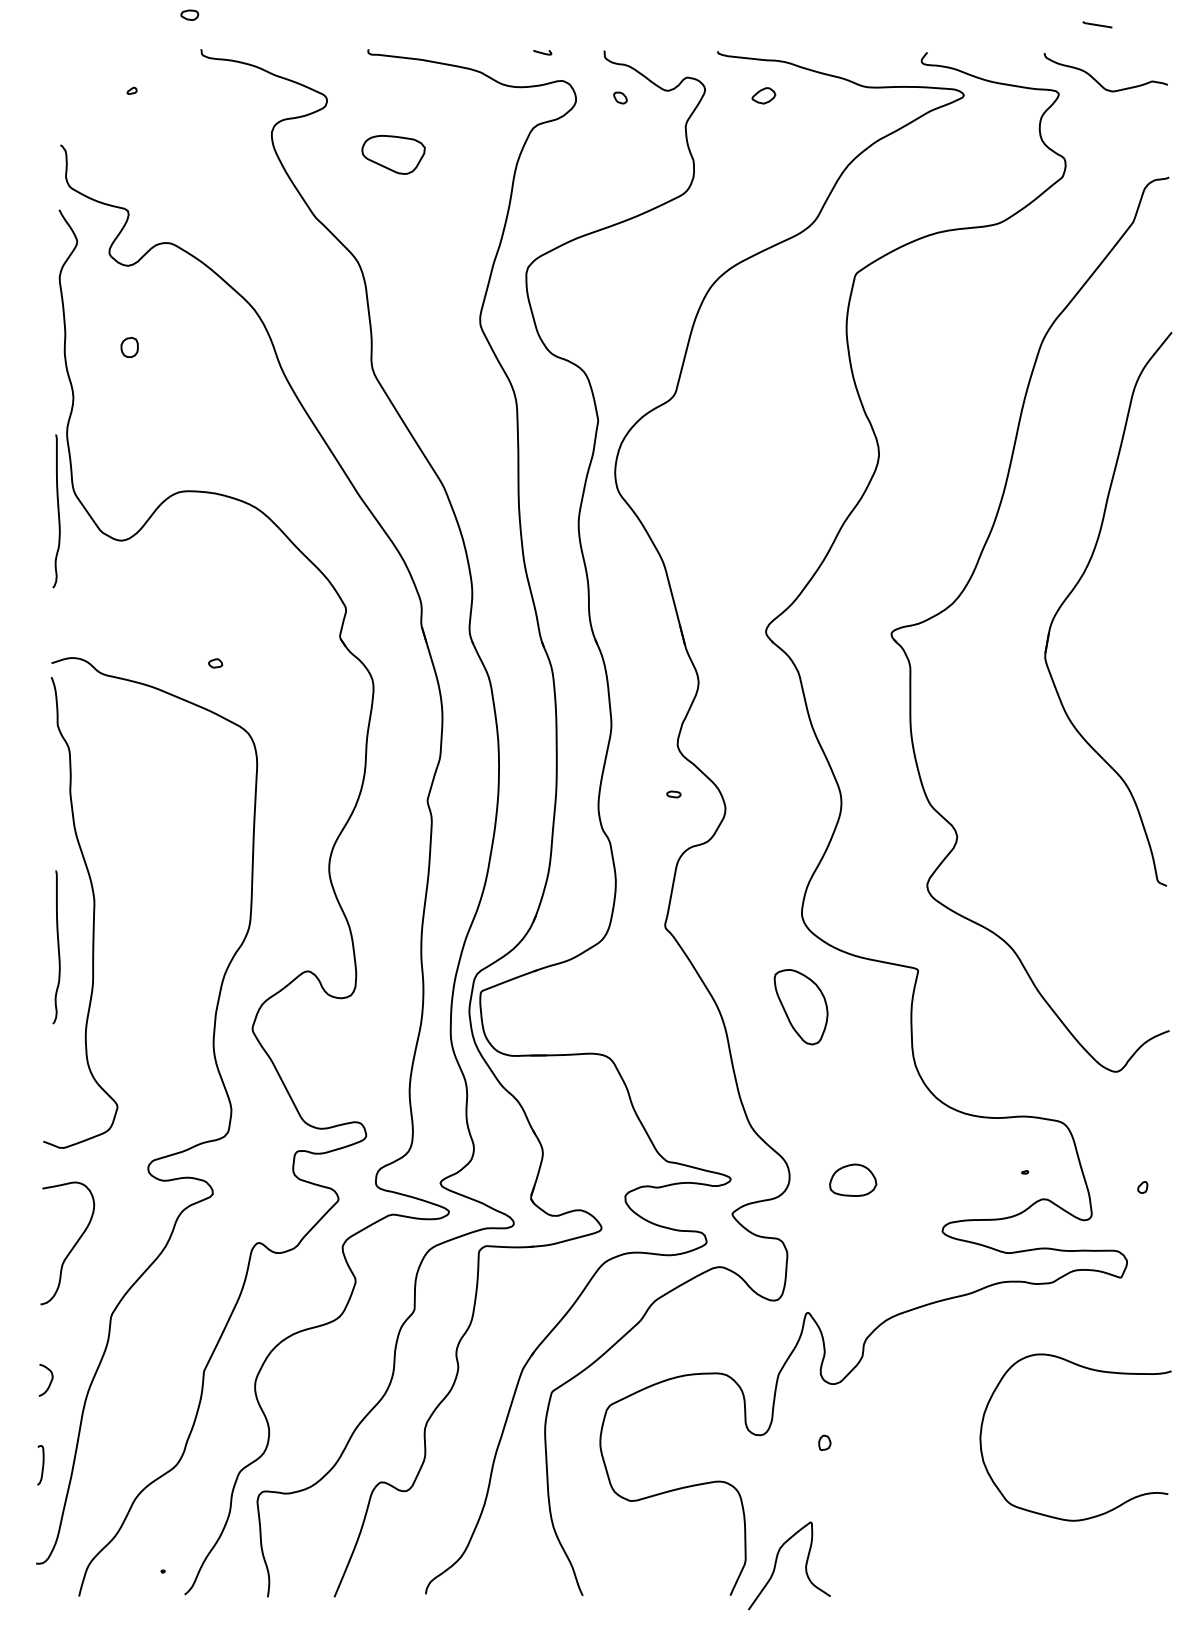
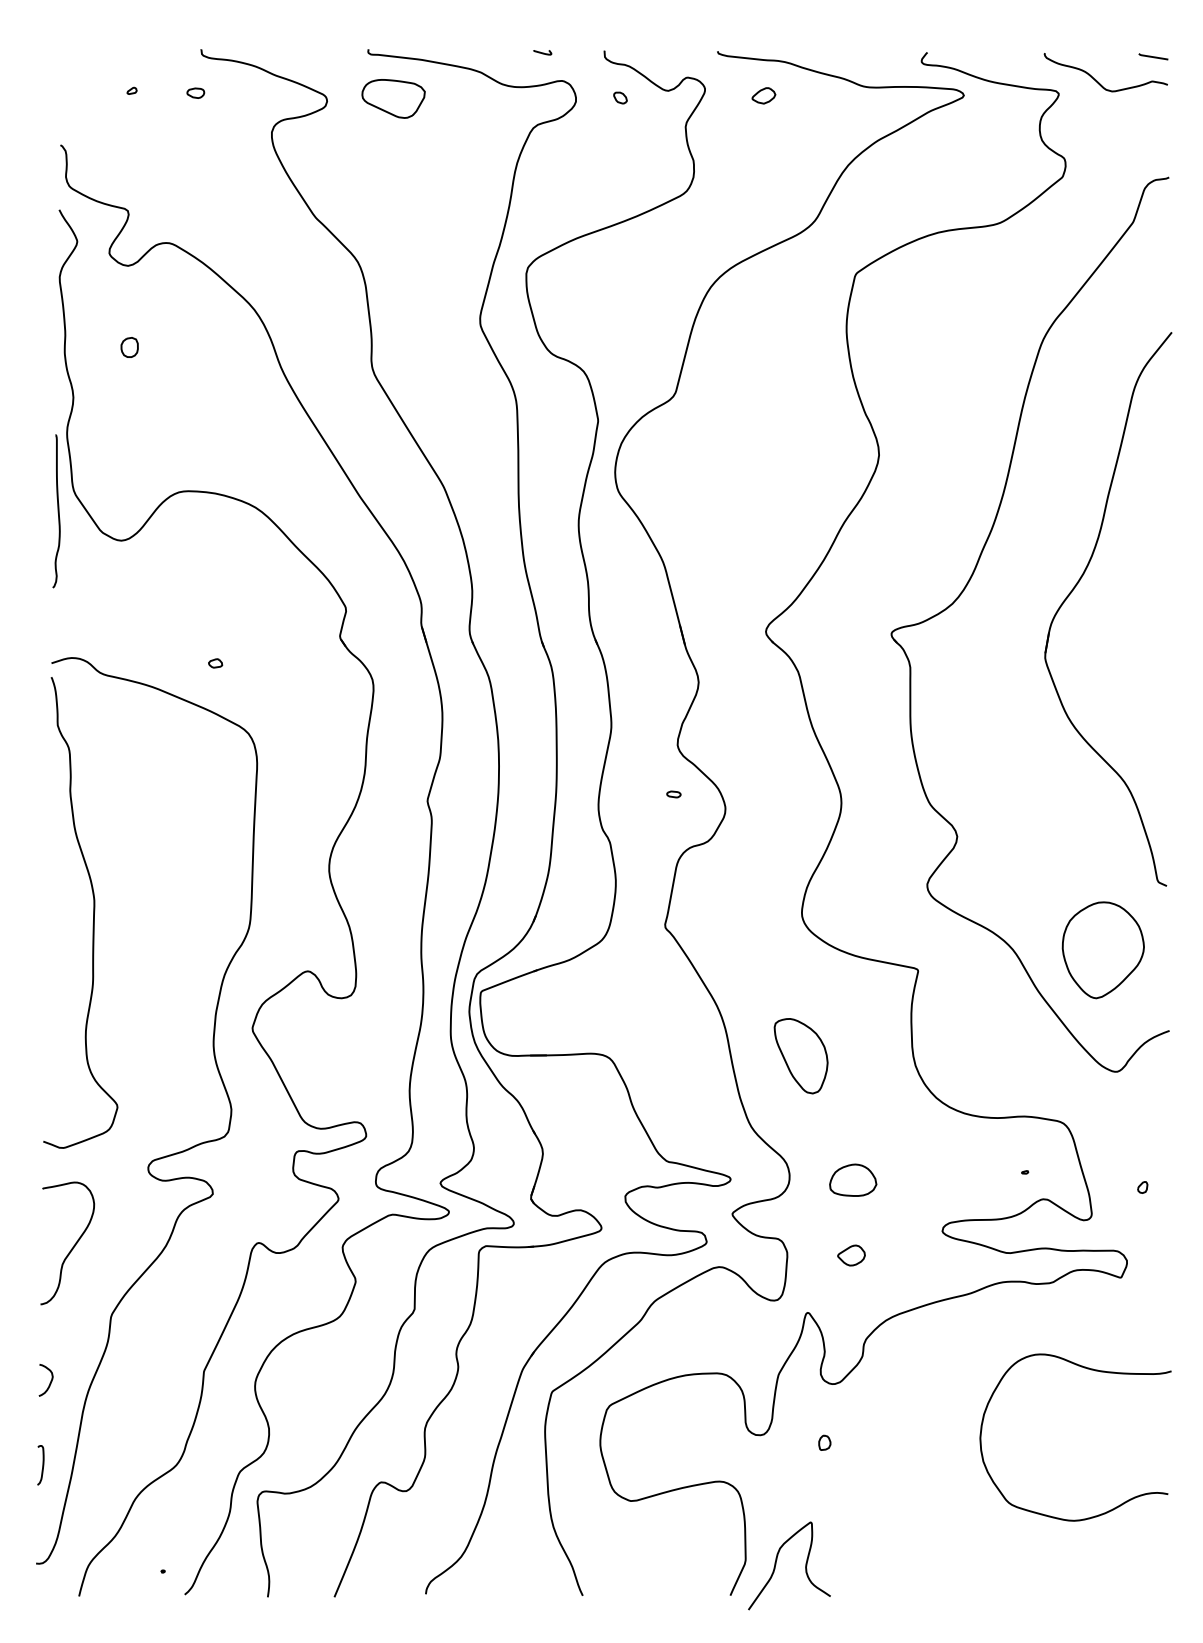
part at (189, 14) position: (189, 14) -> (195, 92)
line at (1097, 24) position: (1097, 24) -> (1153, 56)
part at (393, 154) position: (393, 154) -> (393, 98)
curve at (57, 947): present -> none
part at (1102, 950): none -> present
part at (800, 1007) position: (800, 1007) -> (800, 1056)
part at (851, 1255): none -> present
